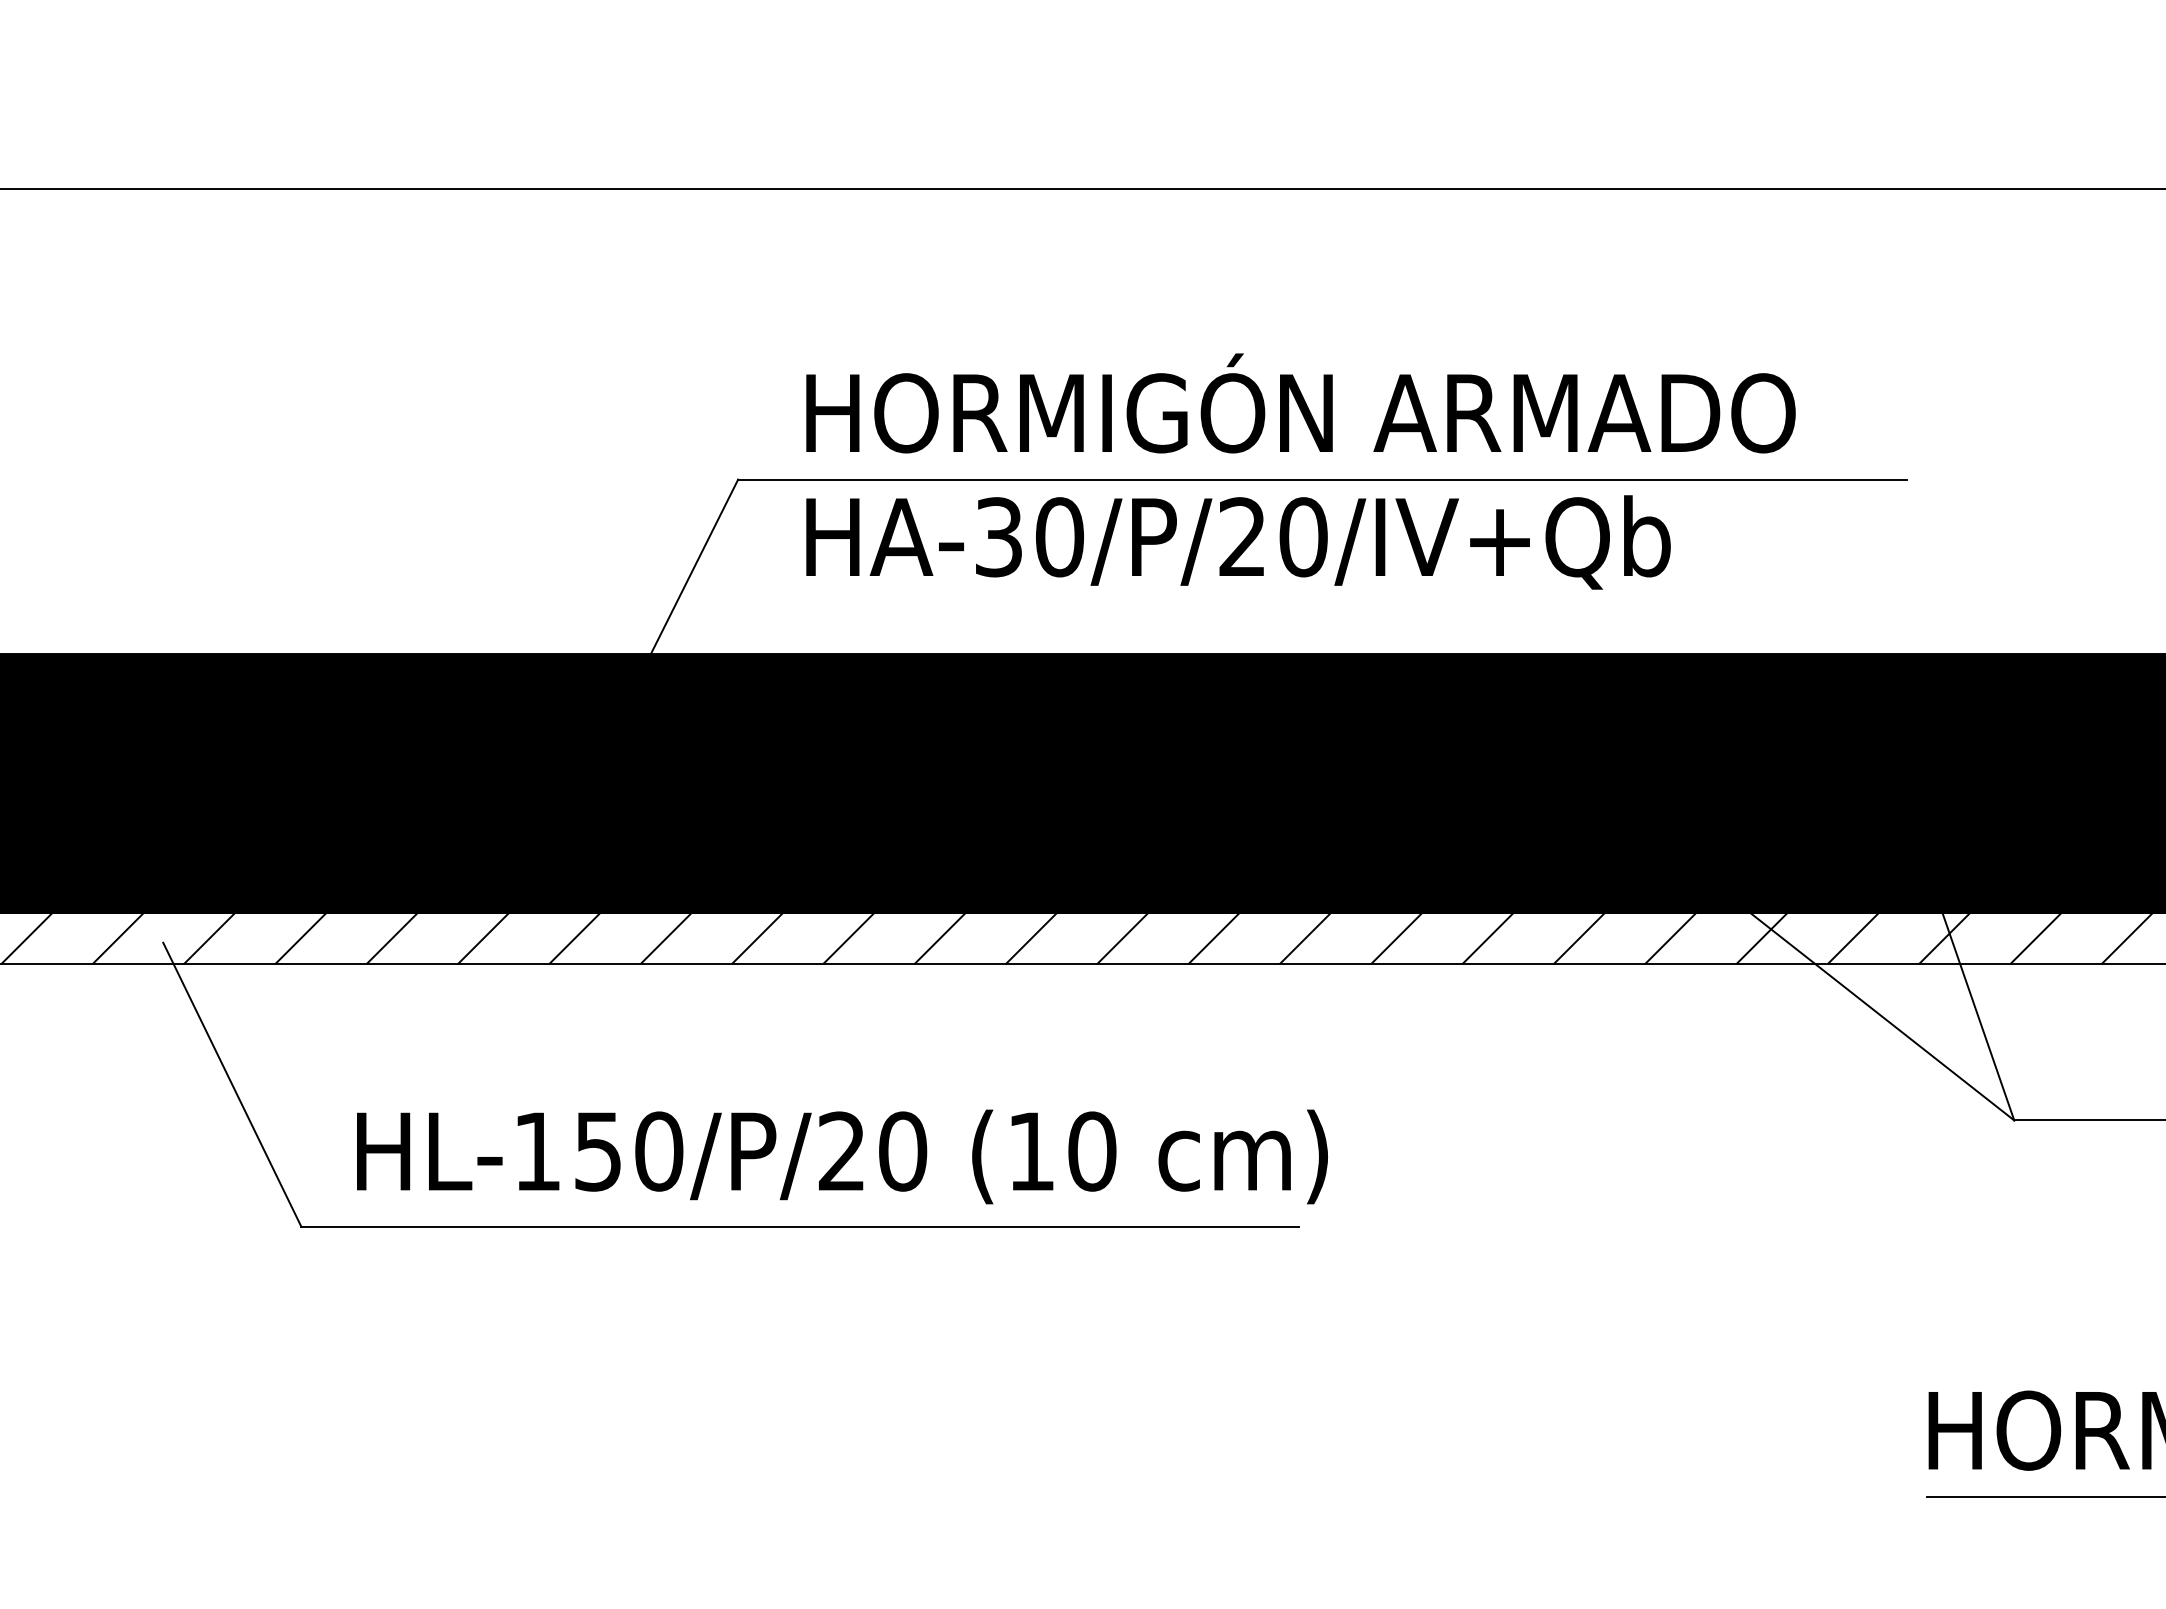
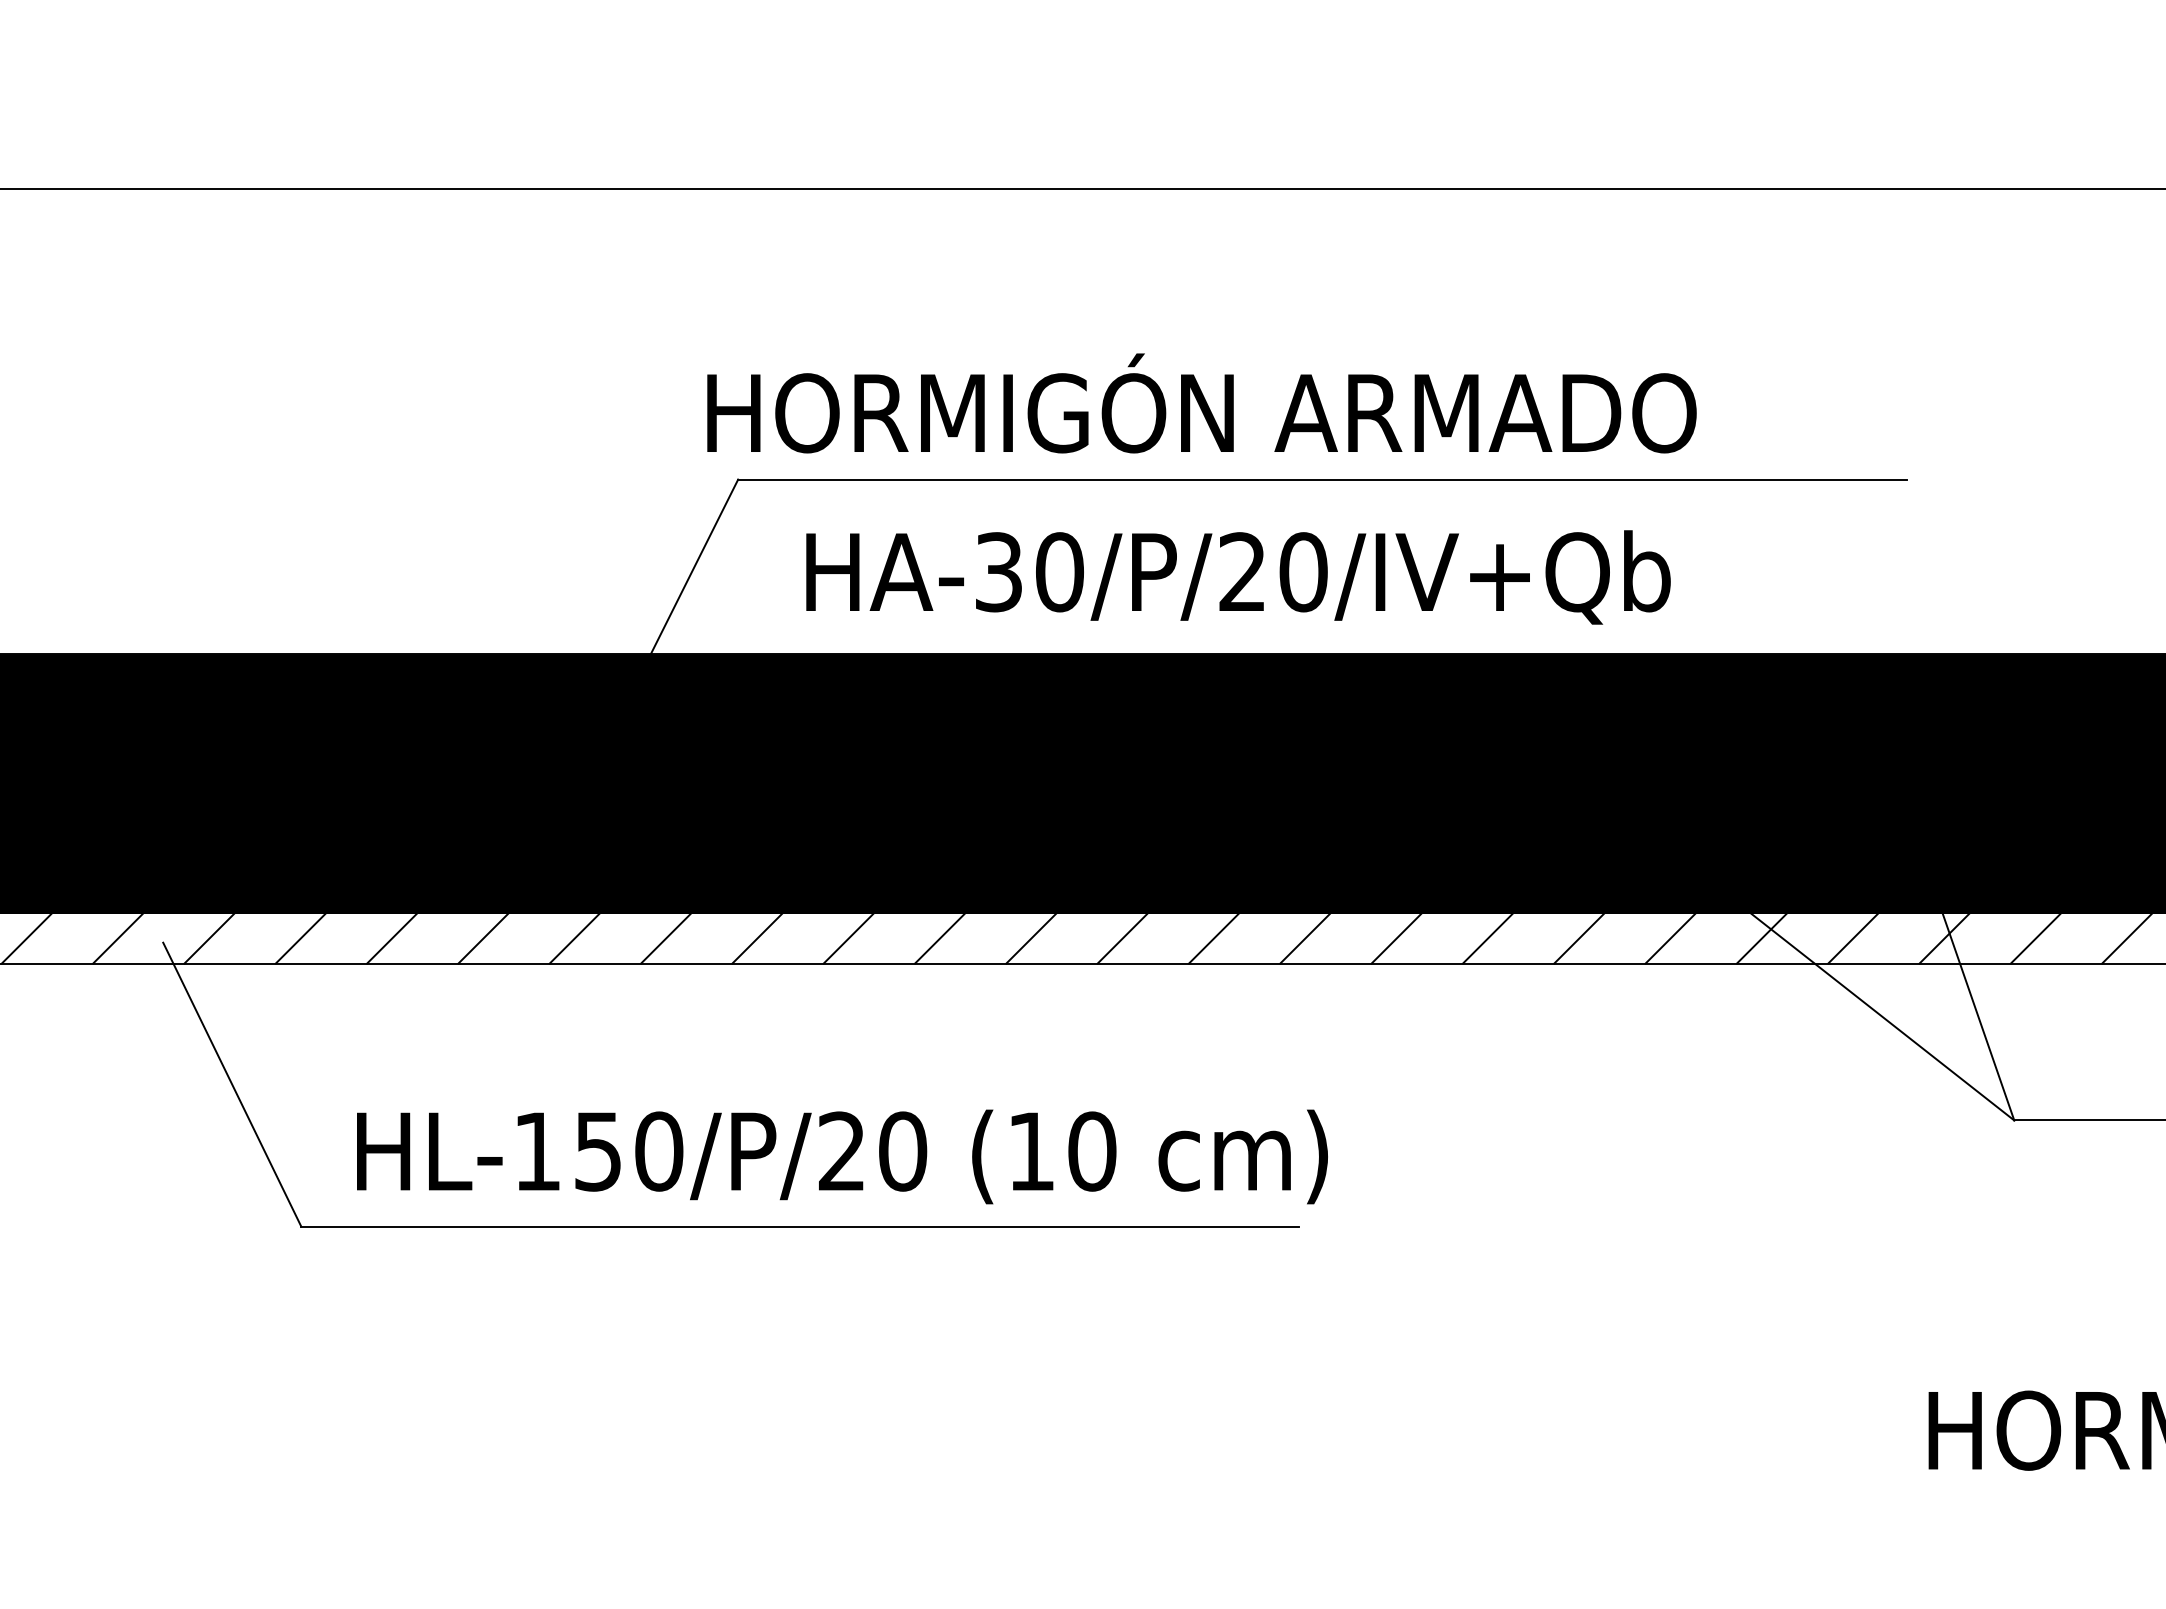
text at (1300, 403) position: (1300, 403) -> (1201, 403)
text at (1238, 542) position: (1238, 542) -> (1238, 577)
line at (2044, 1496): present -> none
